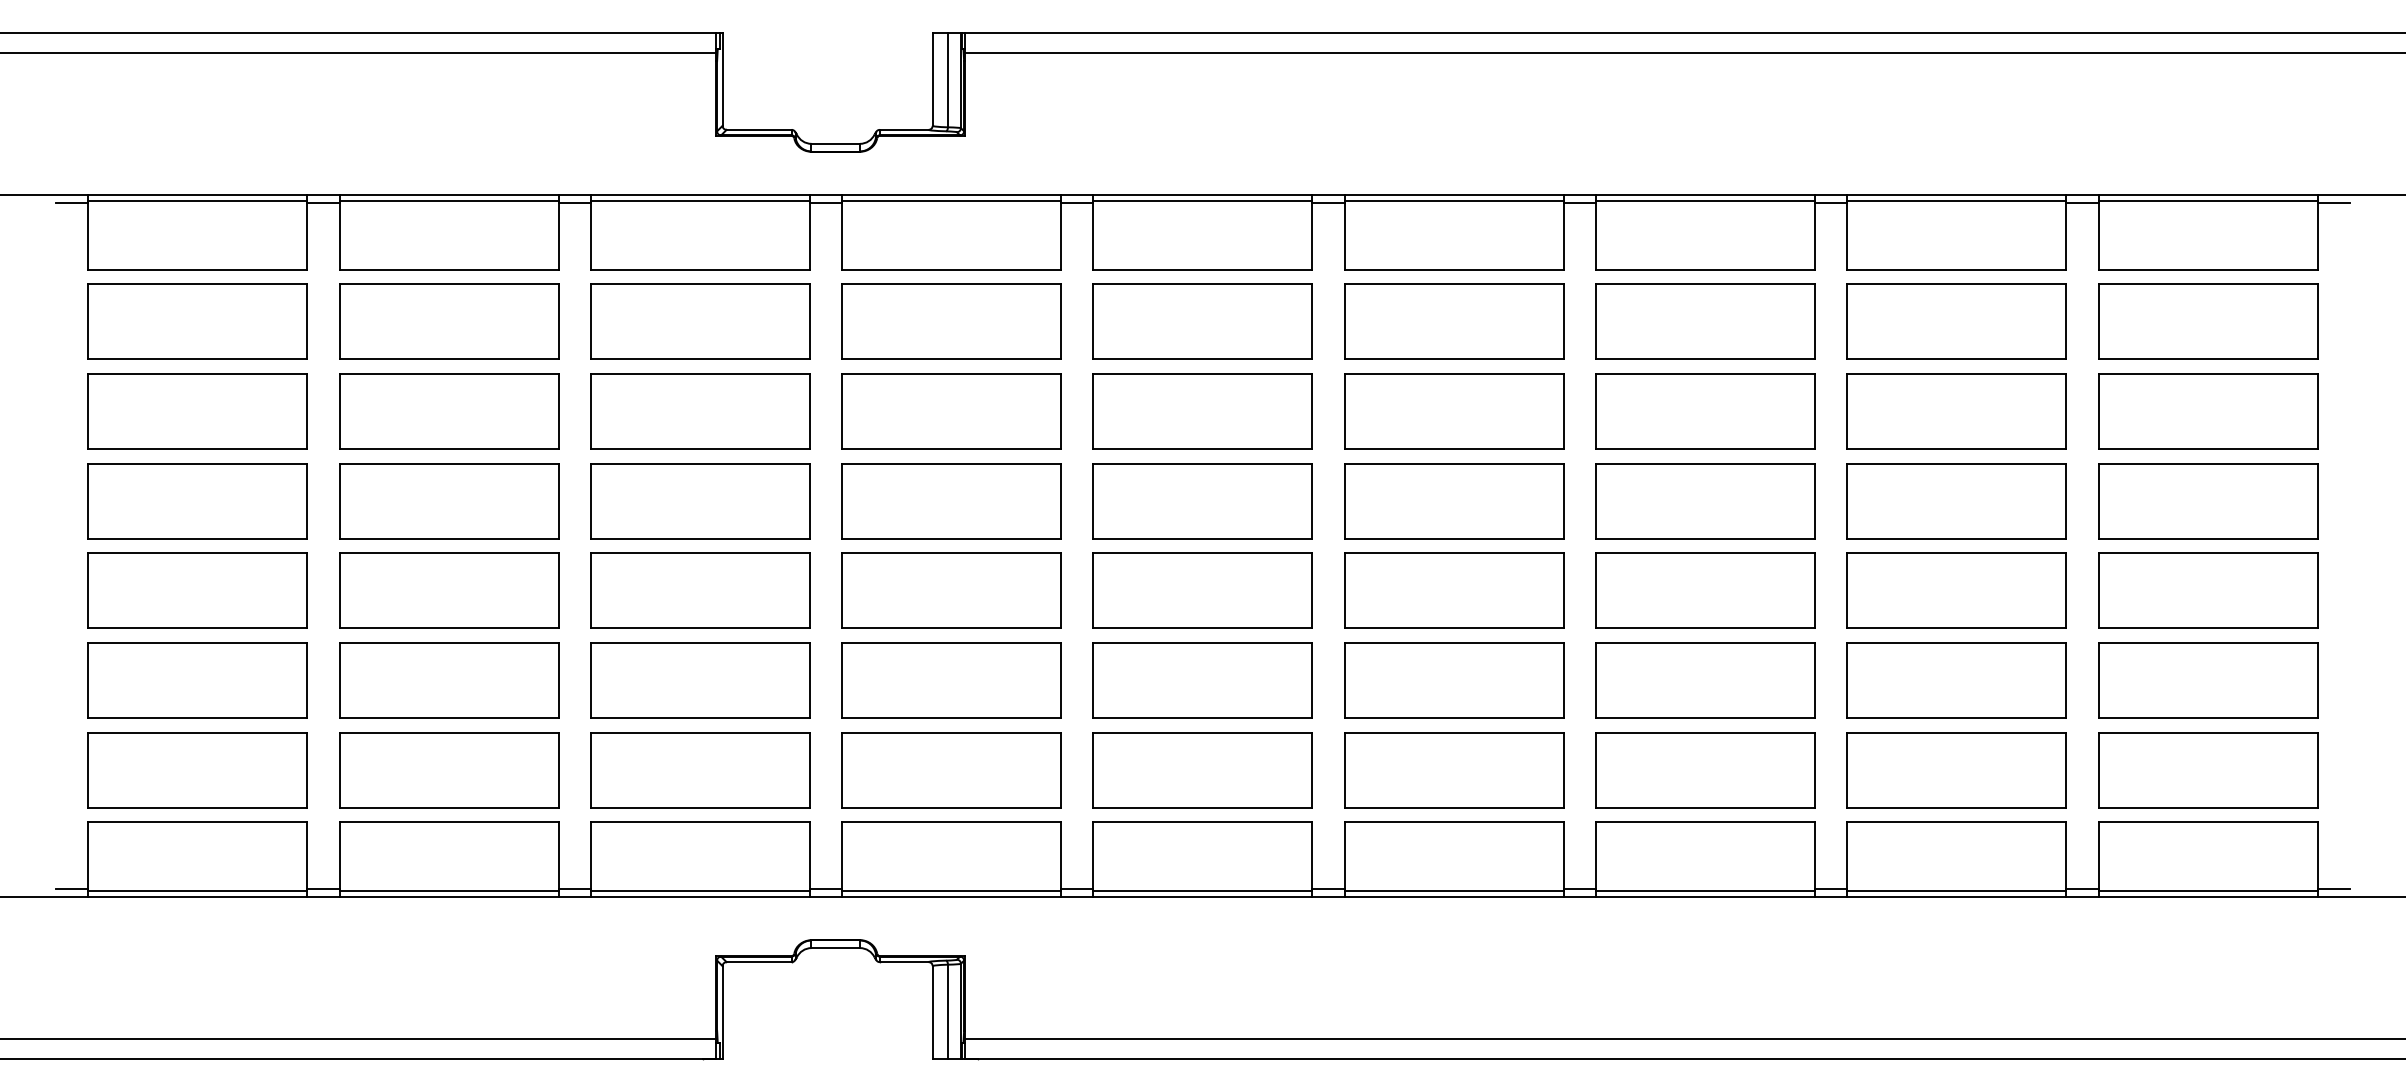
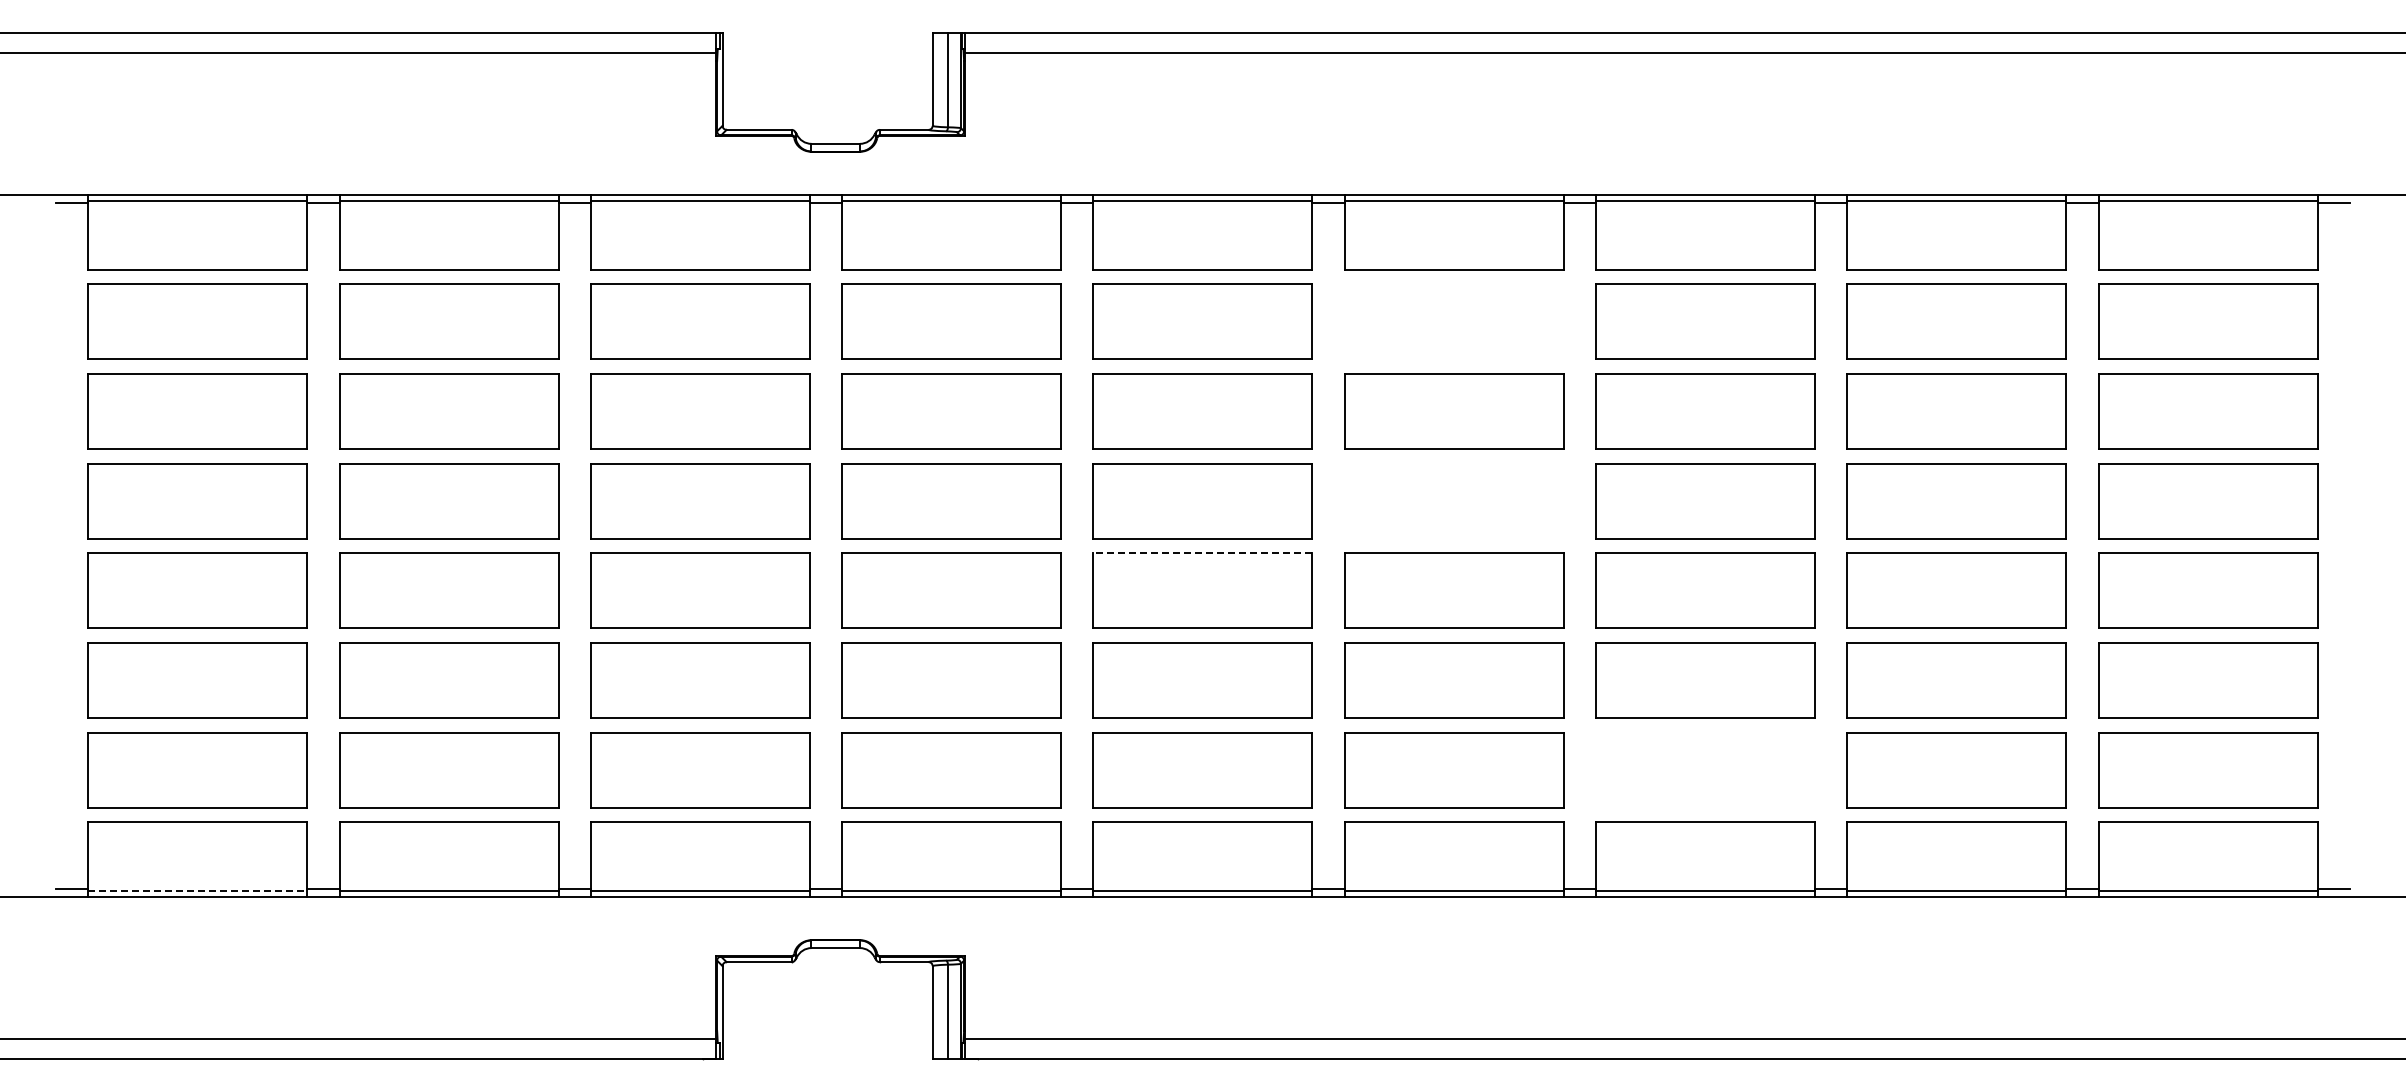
part at (1454, 321): present -> none
part at (1454, 501): present -> none
line at (1202, 553): solid -> dashed
part at (1705, 770): present -> none
line at (198, 890): solid -> dashed
